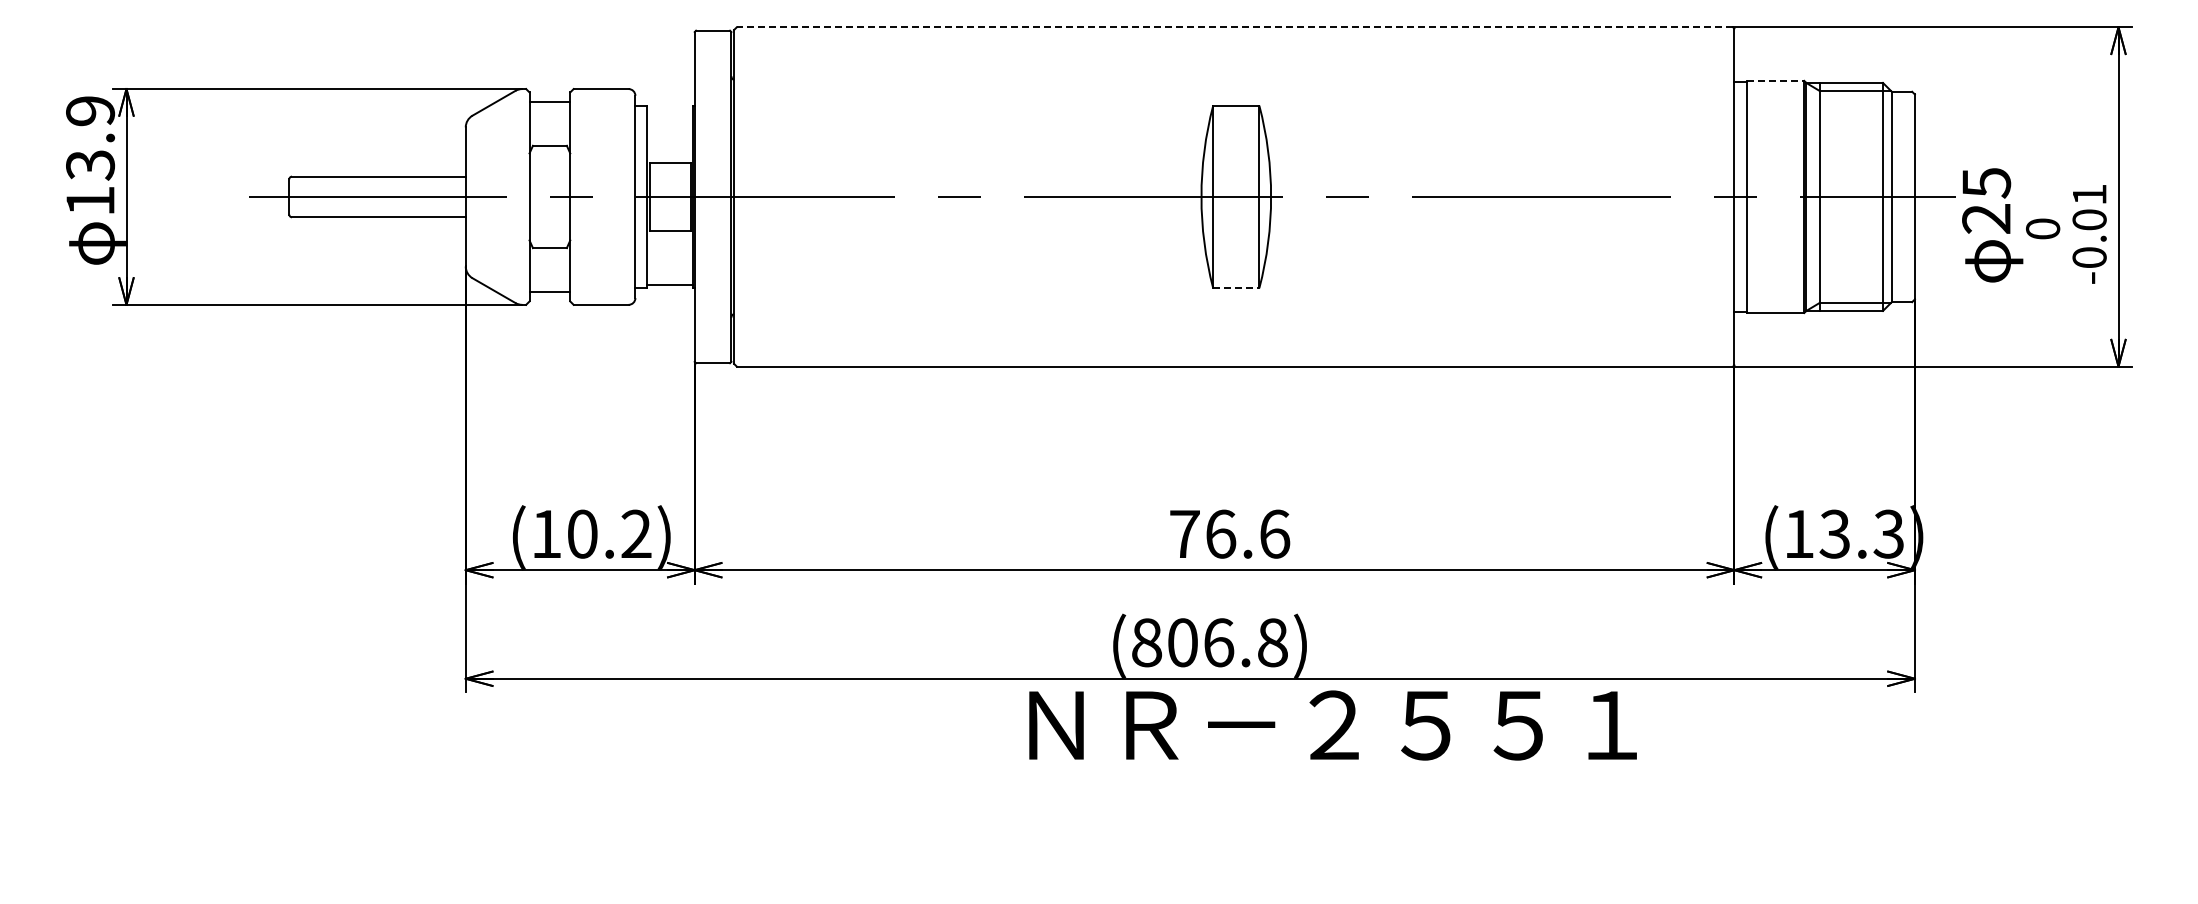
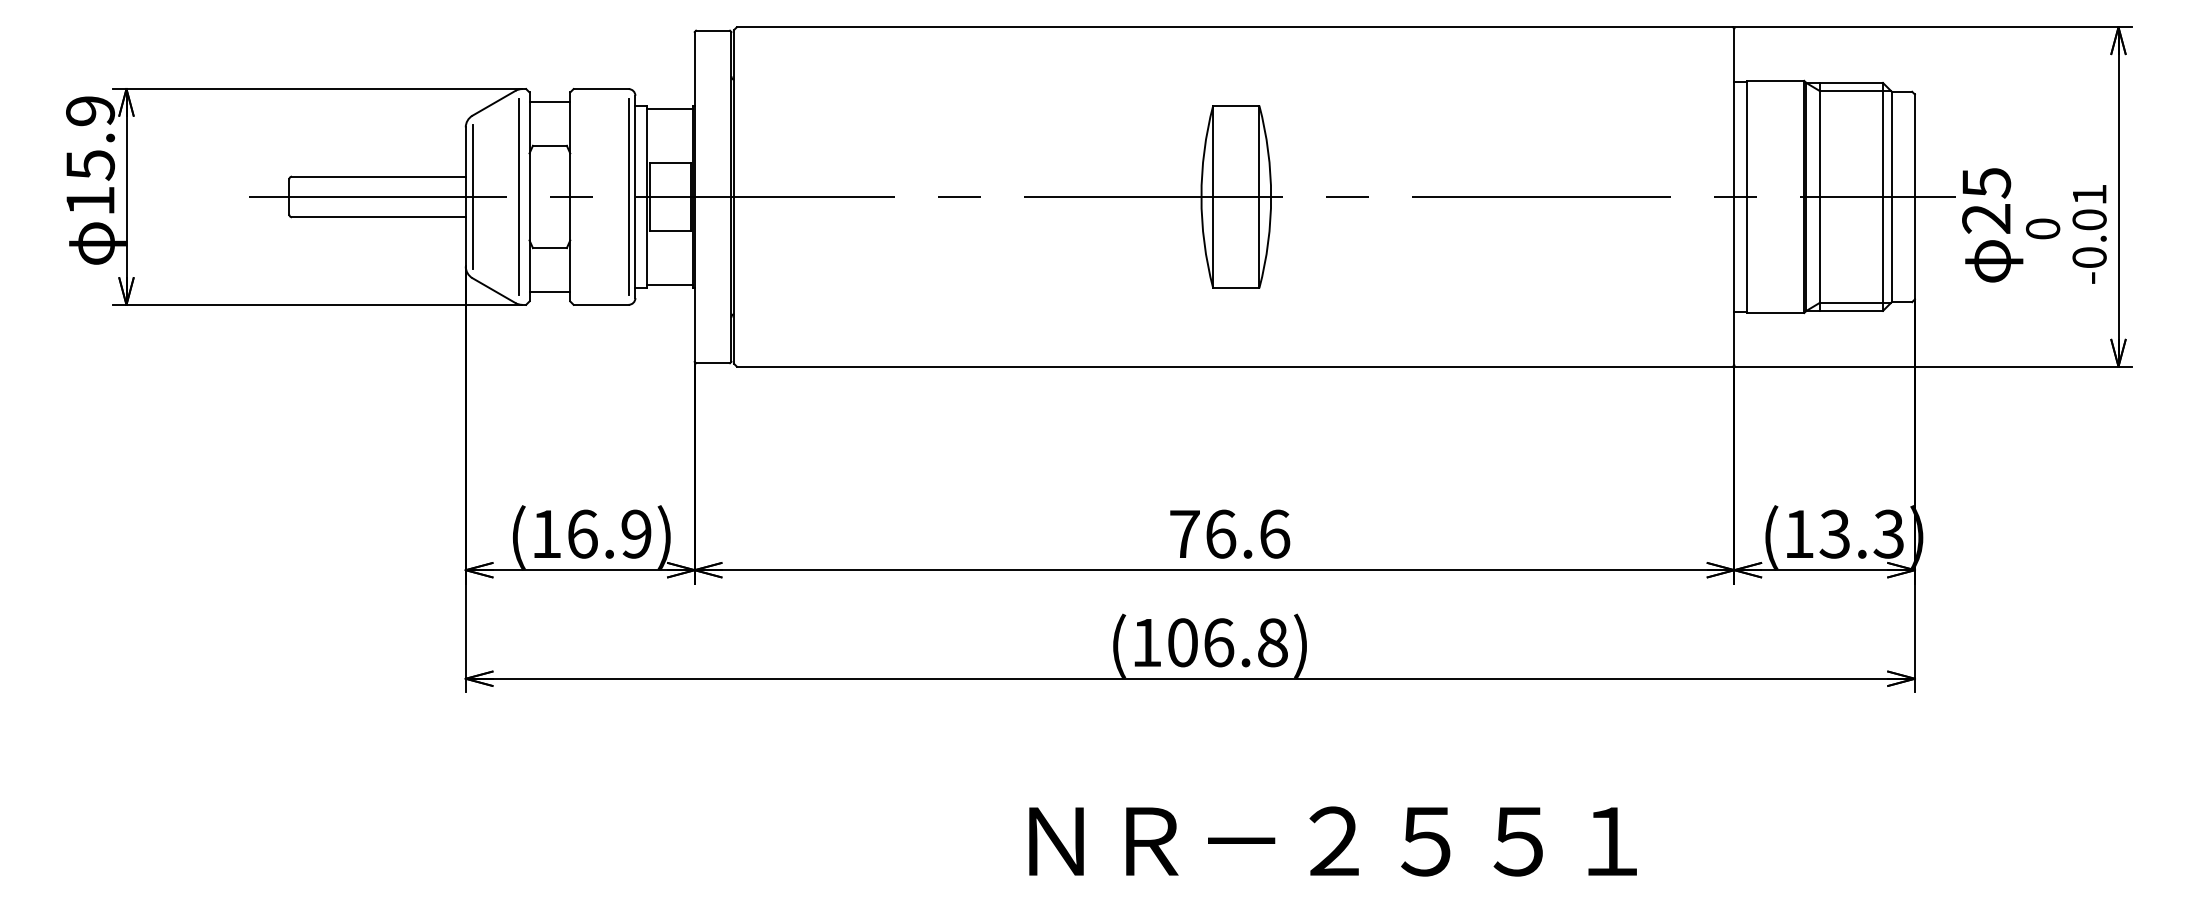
line at (1234, 27): dashed -> solid
line at (1775, 80): dashed -> solid
line at (670, 108): none -> present
text at (90, 165): 13.9 -> 15.9
line at (472, 196): none -> present
line at (518, 196): none -> present
line at (628, 196): none -> present
line at (1236, 288): dashed -> solid
text at (609, 533): (10.2) -> (16.9)
text at (1147, 642): (806.8) -> (106.8)
text at (1332, 725) position: (1332, 725) -> (1332, 841)
